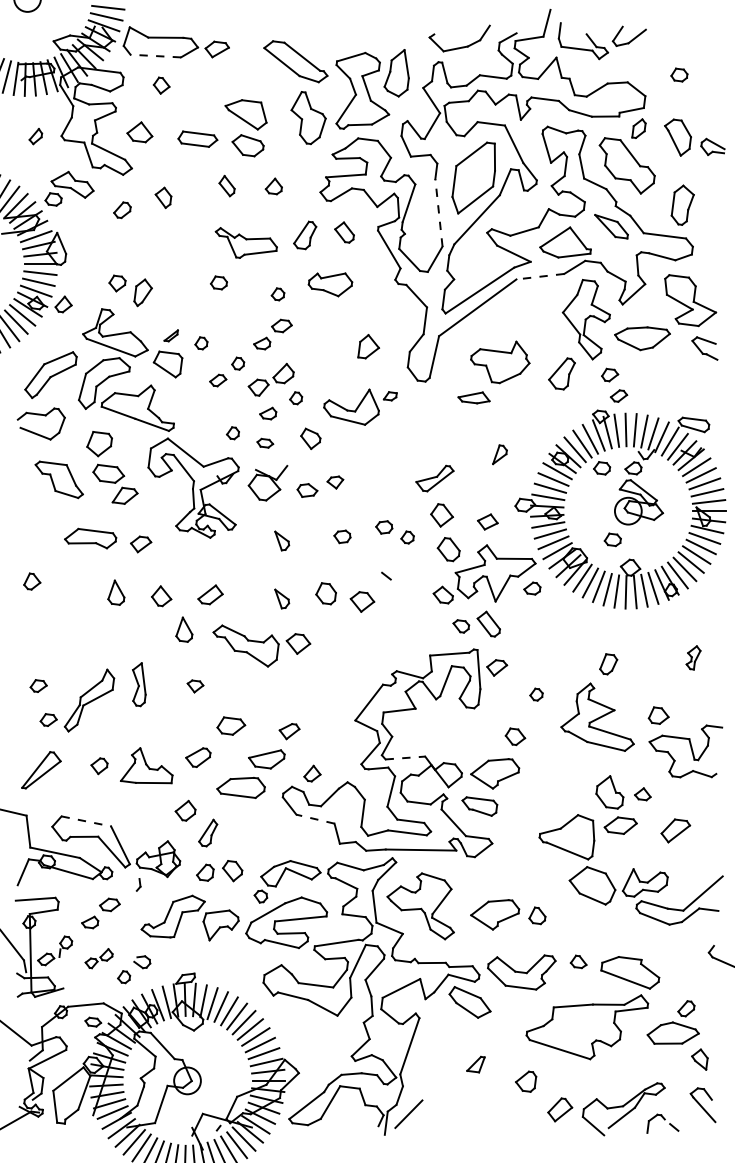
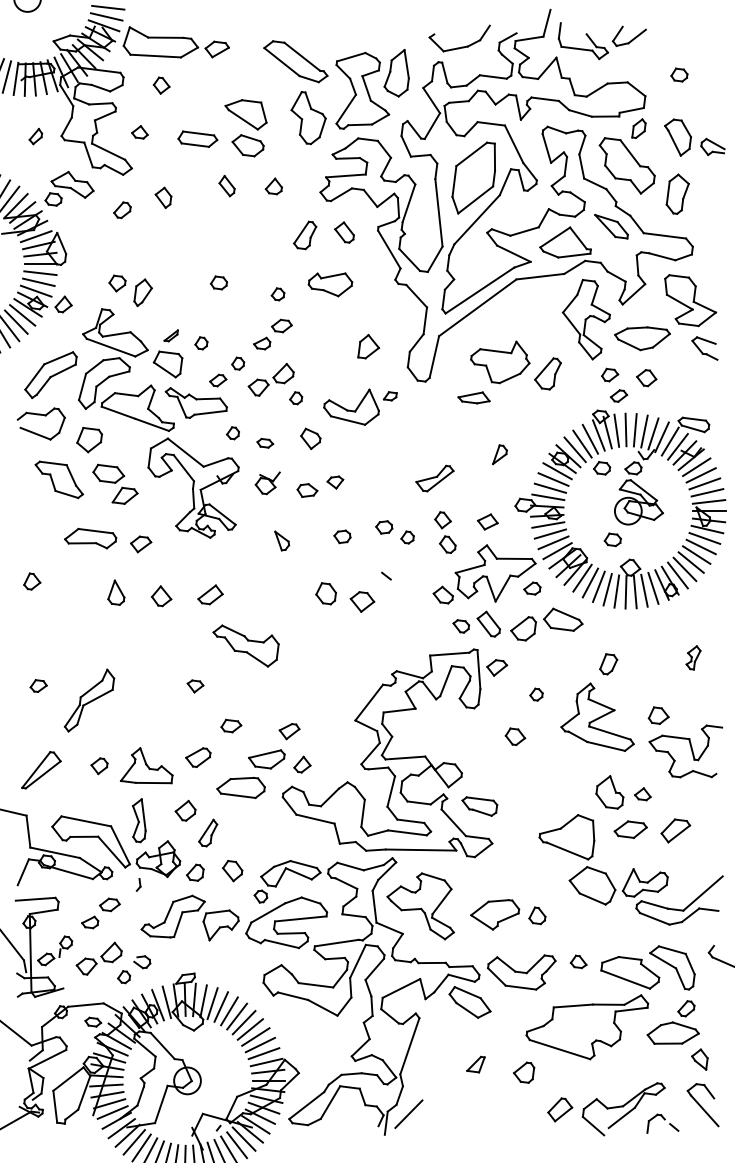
line at (155, 56): dashed -> solid
part at (139, 132) size: 28x23 px -> 18x15 px
part at (682, 204) position: (682, 204) -> (677, 193)
line at (438, 212): dashed -> solid
part at (245, 242) position: (245, 242) -> (195, 402)
line at (539, 276): dashed -> solid
part at (561, 373) position: (561, 373) -> (547, 373)
part at (646, 378): none -> present
part at (268, 413): present -> none
part at (99, 444) position: (99, 444) -> (89, 440)
part at (267, 483) size: 42x37 px -> 27x25 px
part at (445, 532) size: 31x60 px -> 23x43 px
part at (282, 598): present -> none
part at (546, 624): none -> present
part at (184, 629): present -> none
part at (298, 643): present -> none
part at (139, 684) position: (139, 684) -> (139, 820)
part at (48, 719): present -> none
part at (231, 725) size: 31x20 px -> 23x16 px
line at (405, 758): dashed -> solid
part at (312, 773) position: (312, 773) -> (302, 764)
part at (495, 773): present -> none
line at (315, 819): dashed -> solid
line at (86, 821): dashed -> solid
part at (620, 825) position: (620, 825) -> (630, 829)
part at (205, 872) position: (205, 872) -> (195, 872)
part at (98, 958) size: 30x22 px -> 48x35 px
part at (672, 967): none -> present
part at (526, 1081) position: (526, 1081) -> (524, 1072)
part at (702, 1105) size: 28x37 px -> 34x45 px
